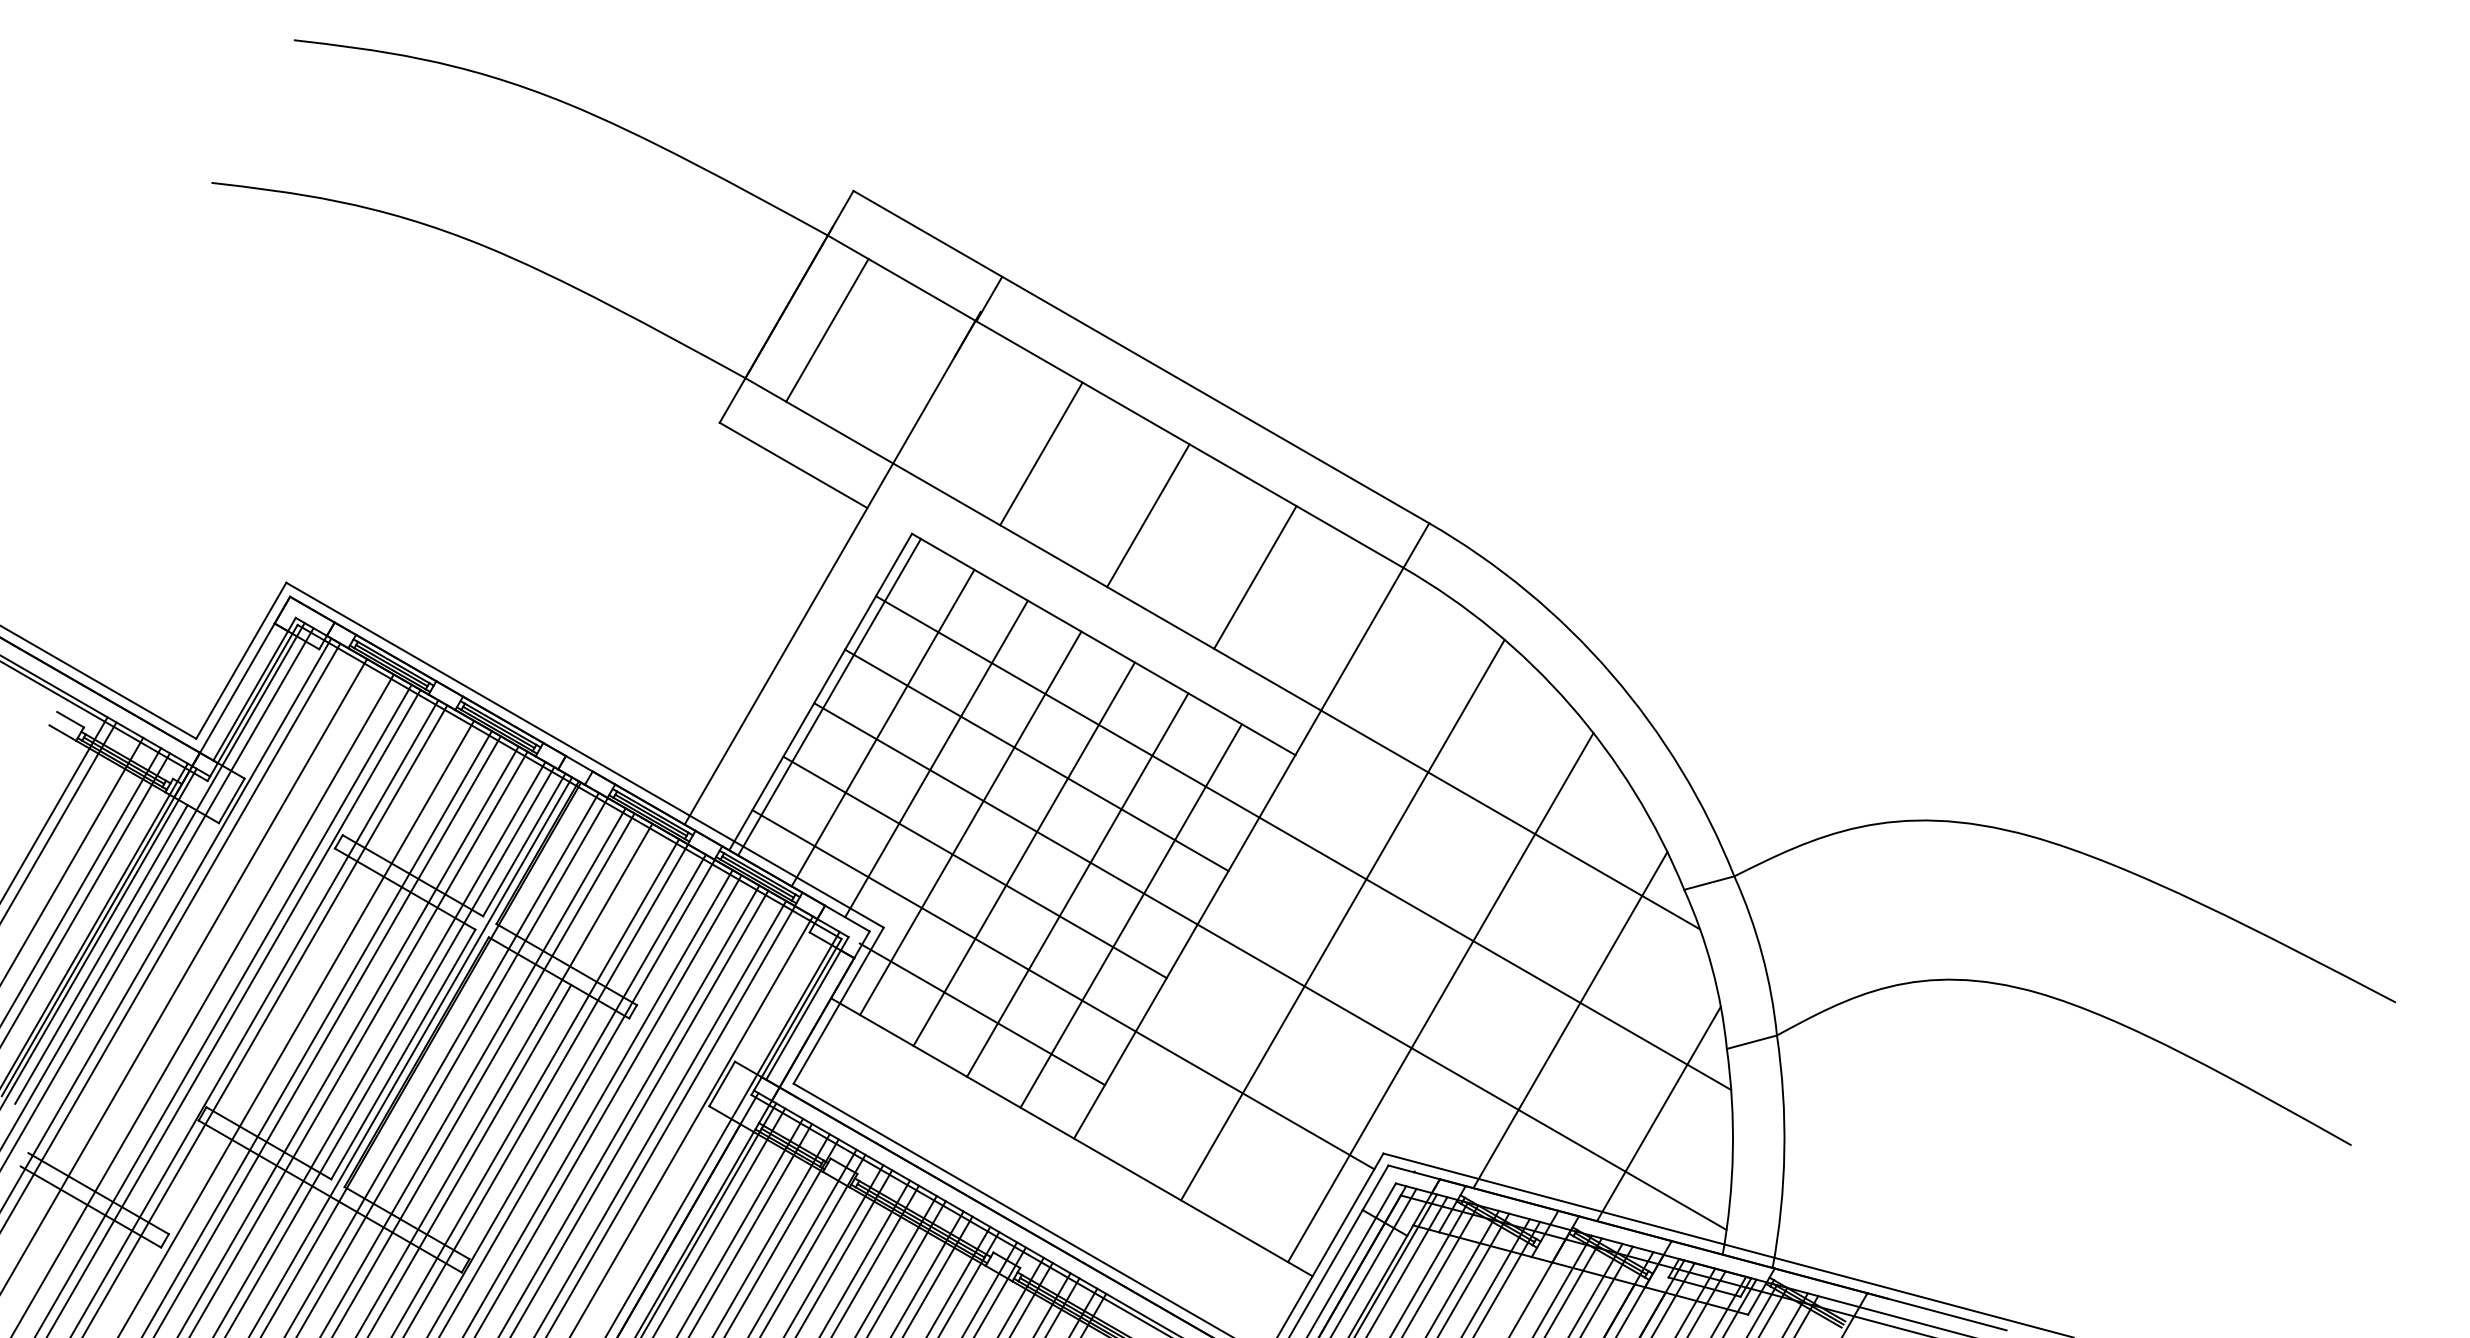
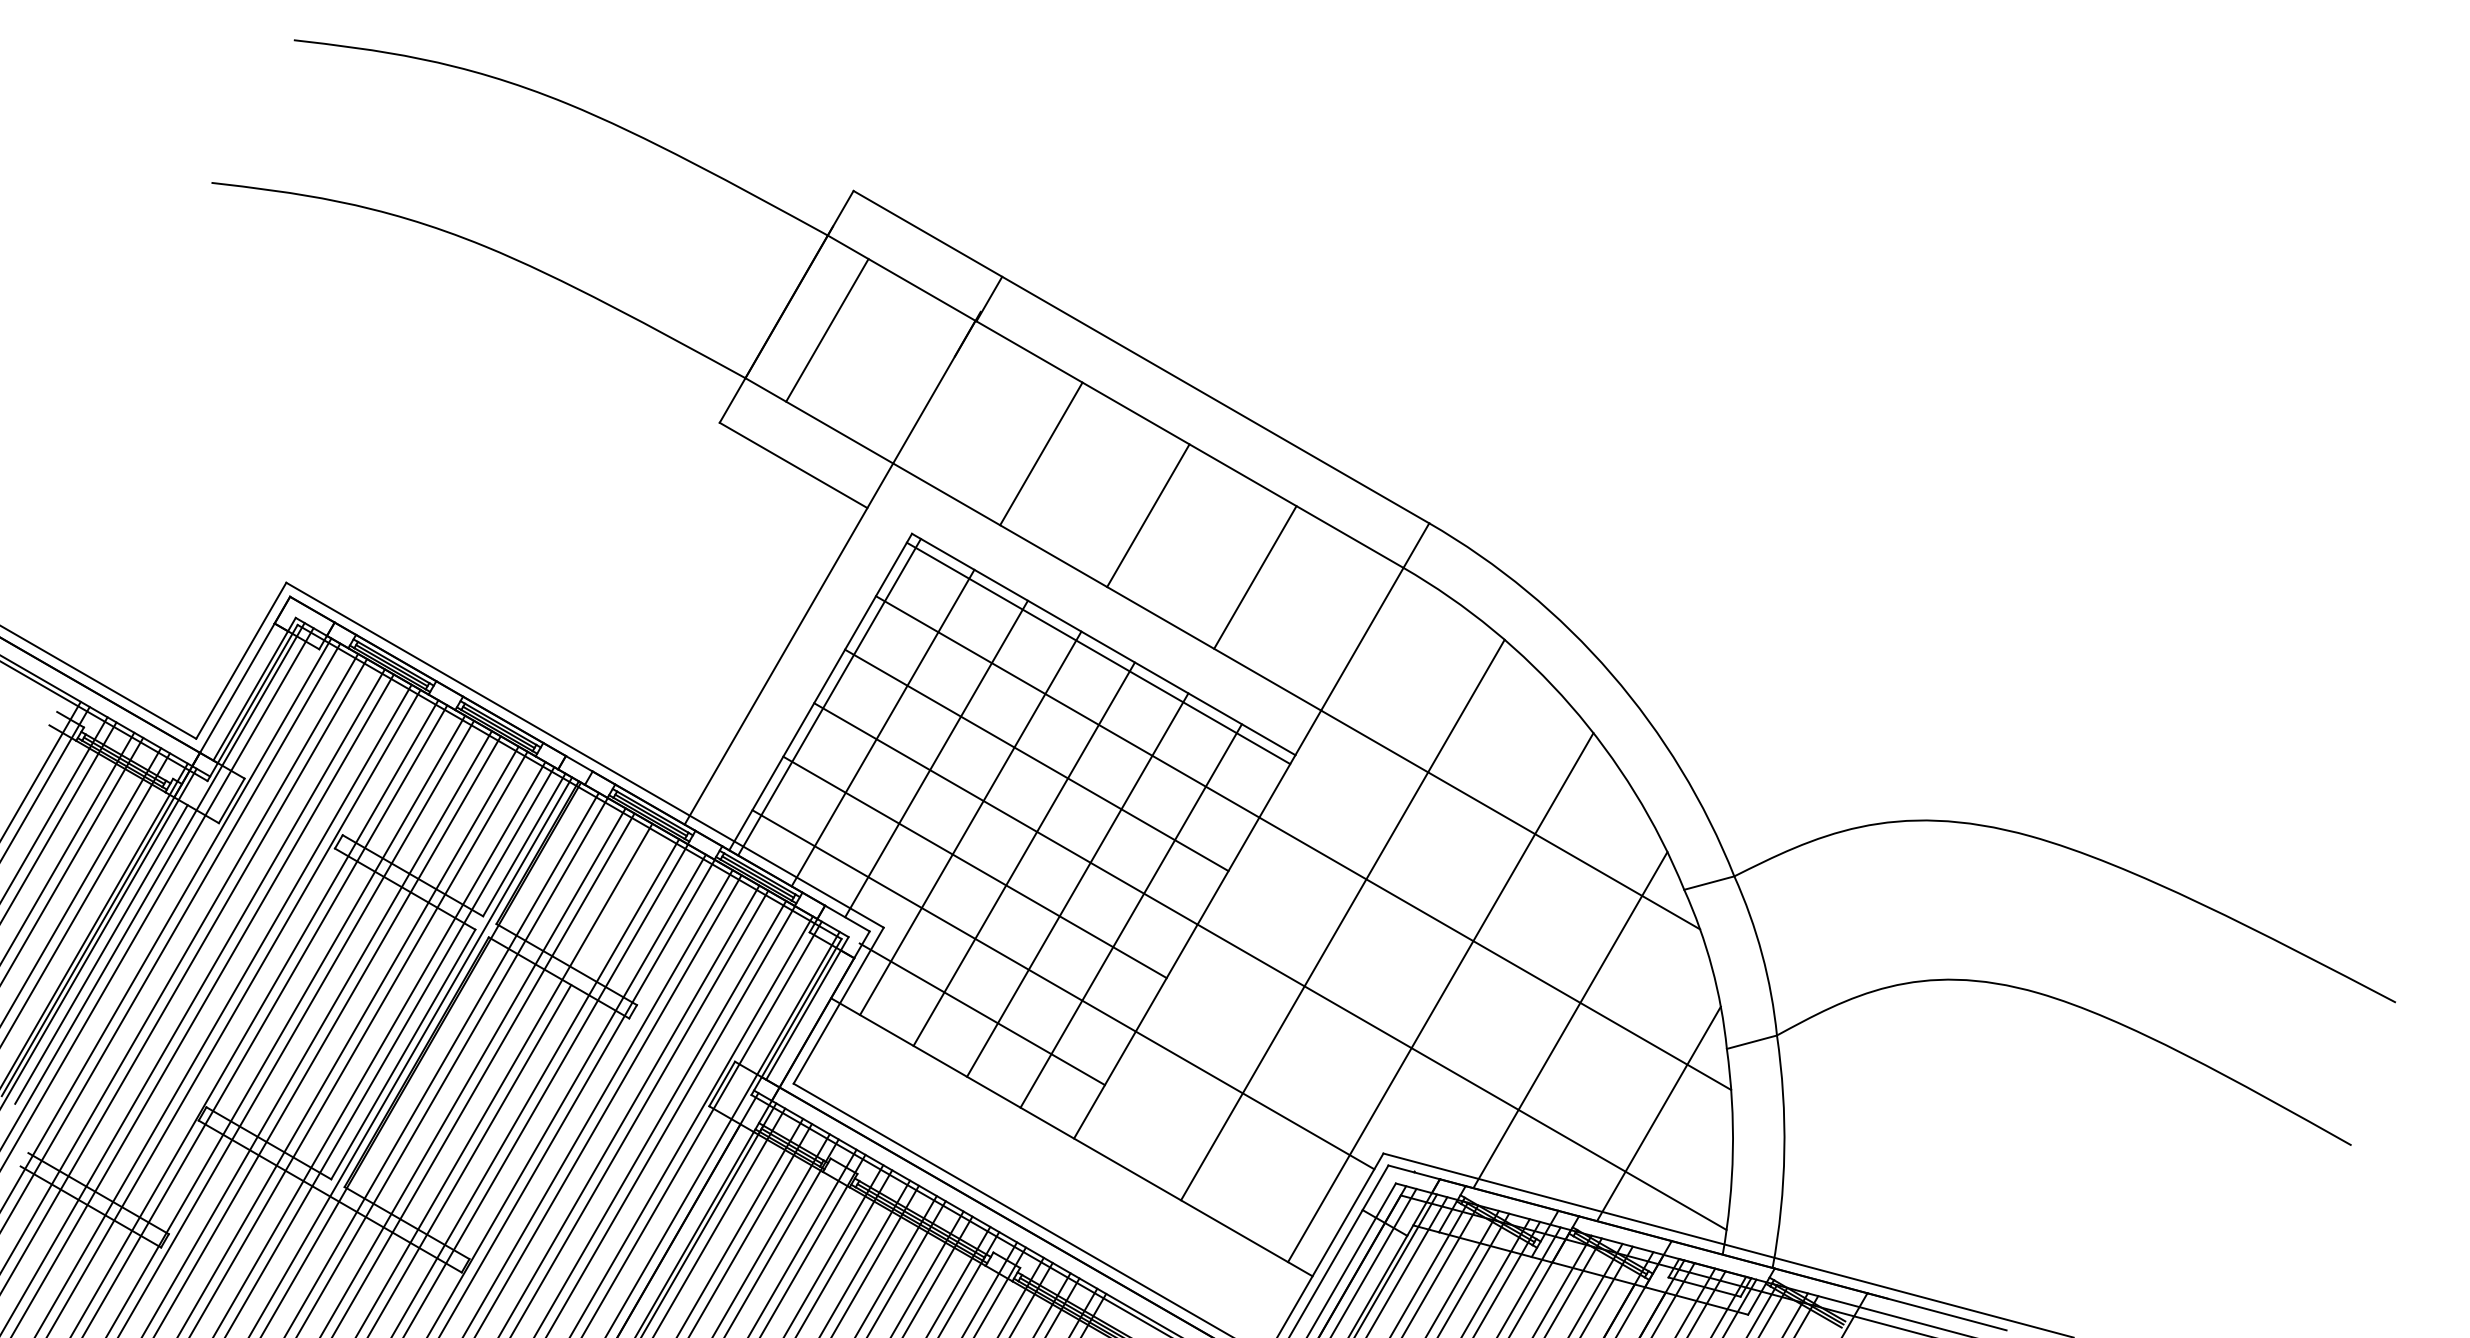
line at (1098, 653): none -> present
line at (41, 769): none -> present
line at (45, 782): none -> present
line at (68, 846): none -> present
line at (180, 961): none -> present
line at (193, 1000): none -> present
line at (286, 1024): none -> present
line at (702, 1127): none -> present
line at (1529, 1280): none -> present
